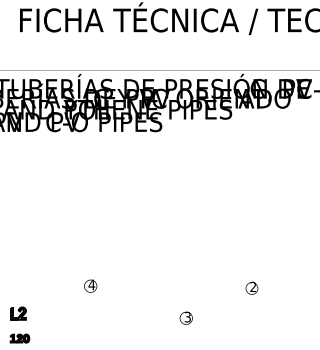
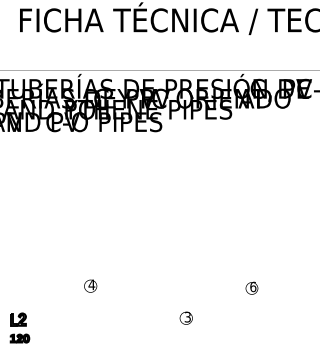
text at (253, 286): 2 -> 6
part at (18, 313) position: (18, 313) -> (18, 319)
